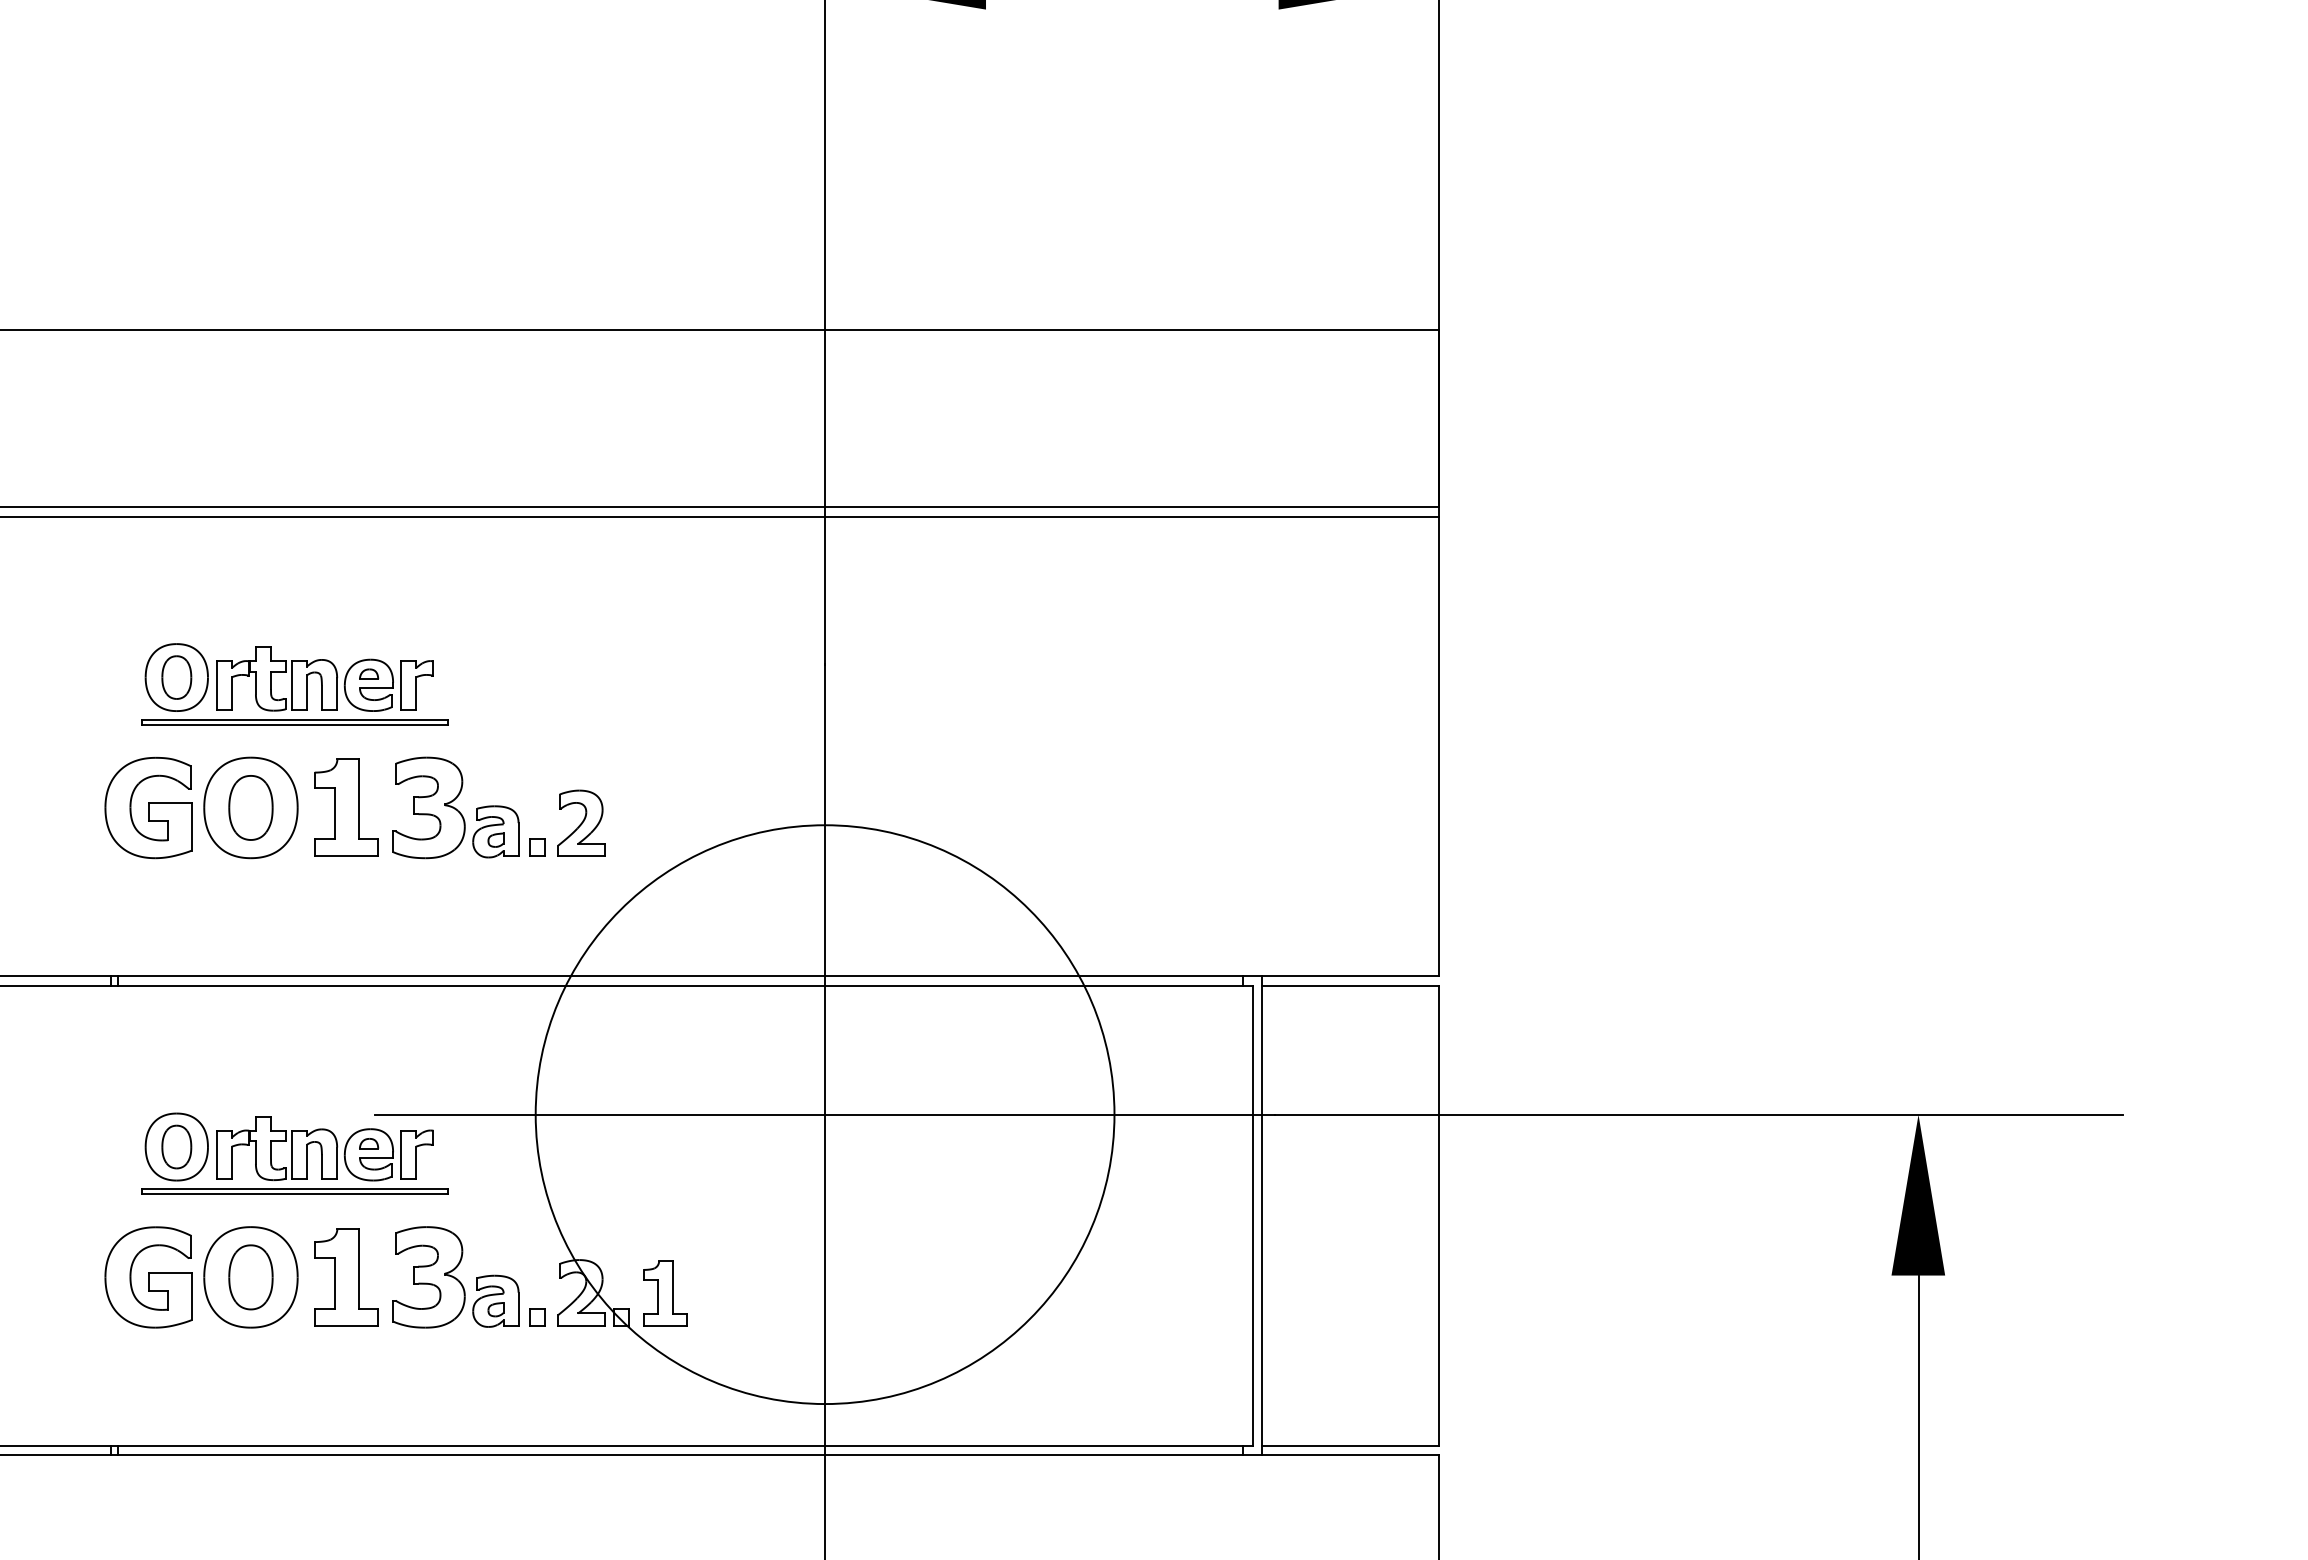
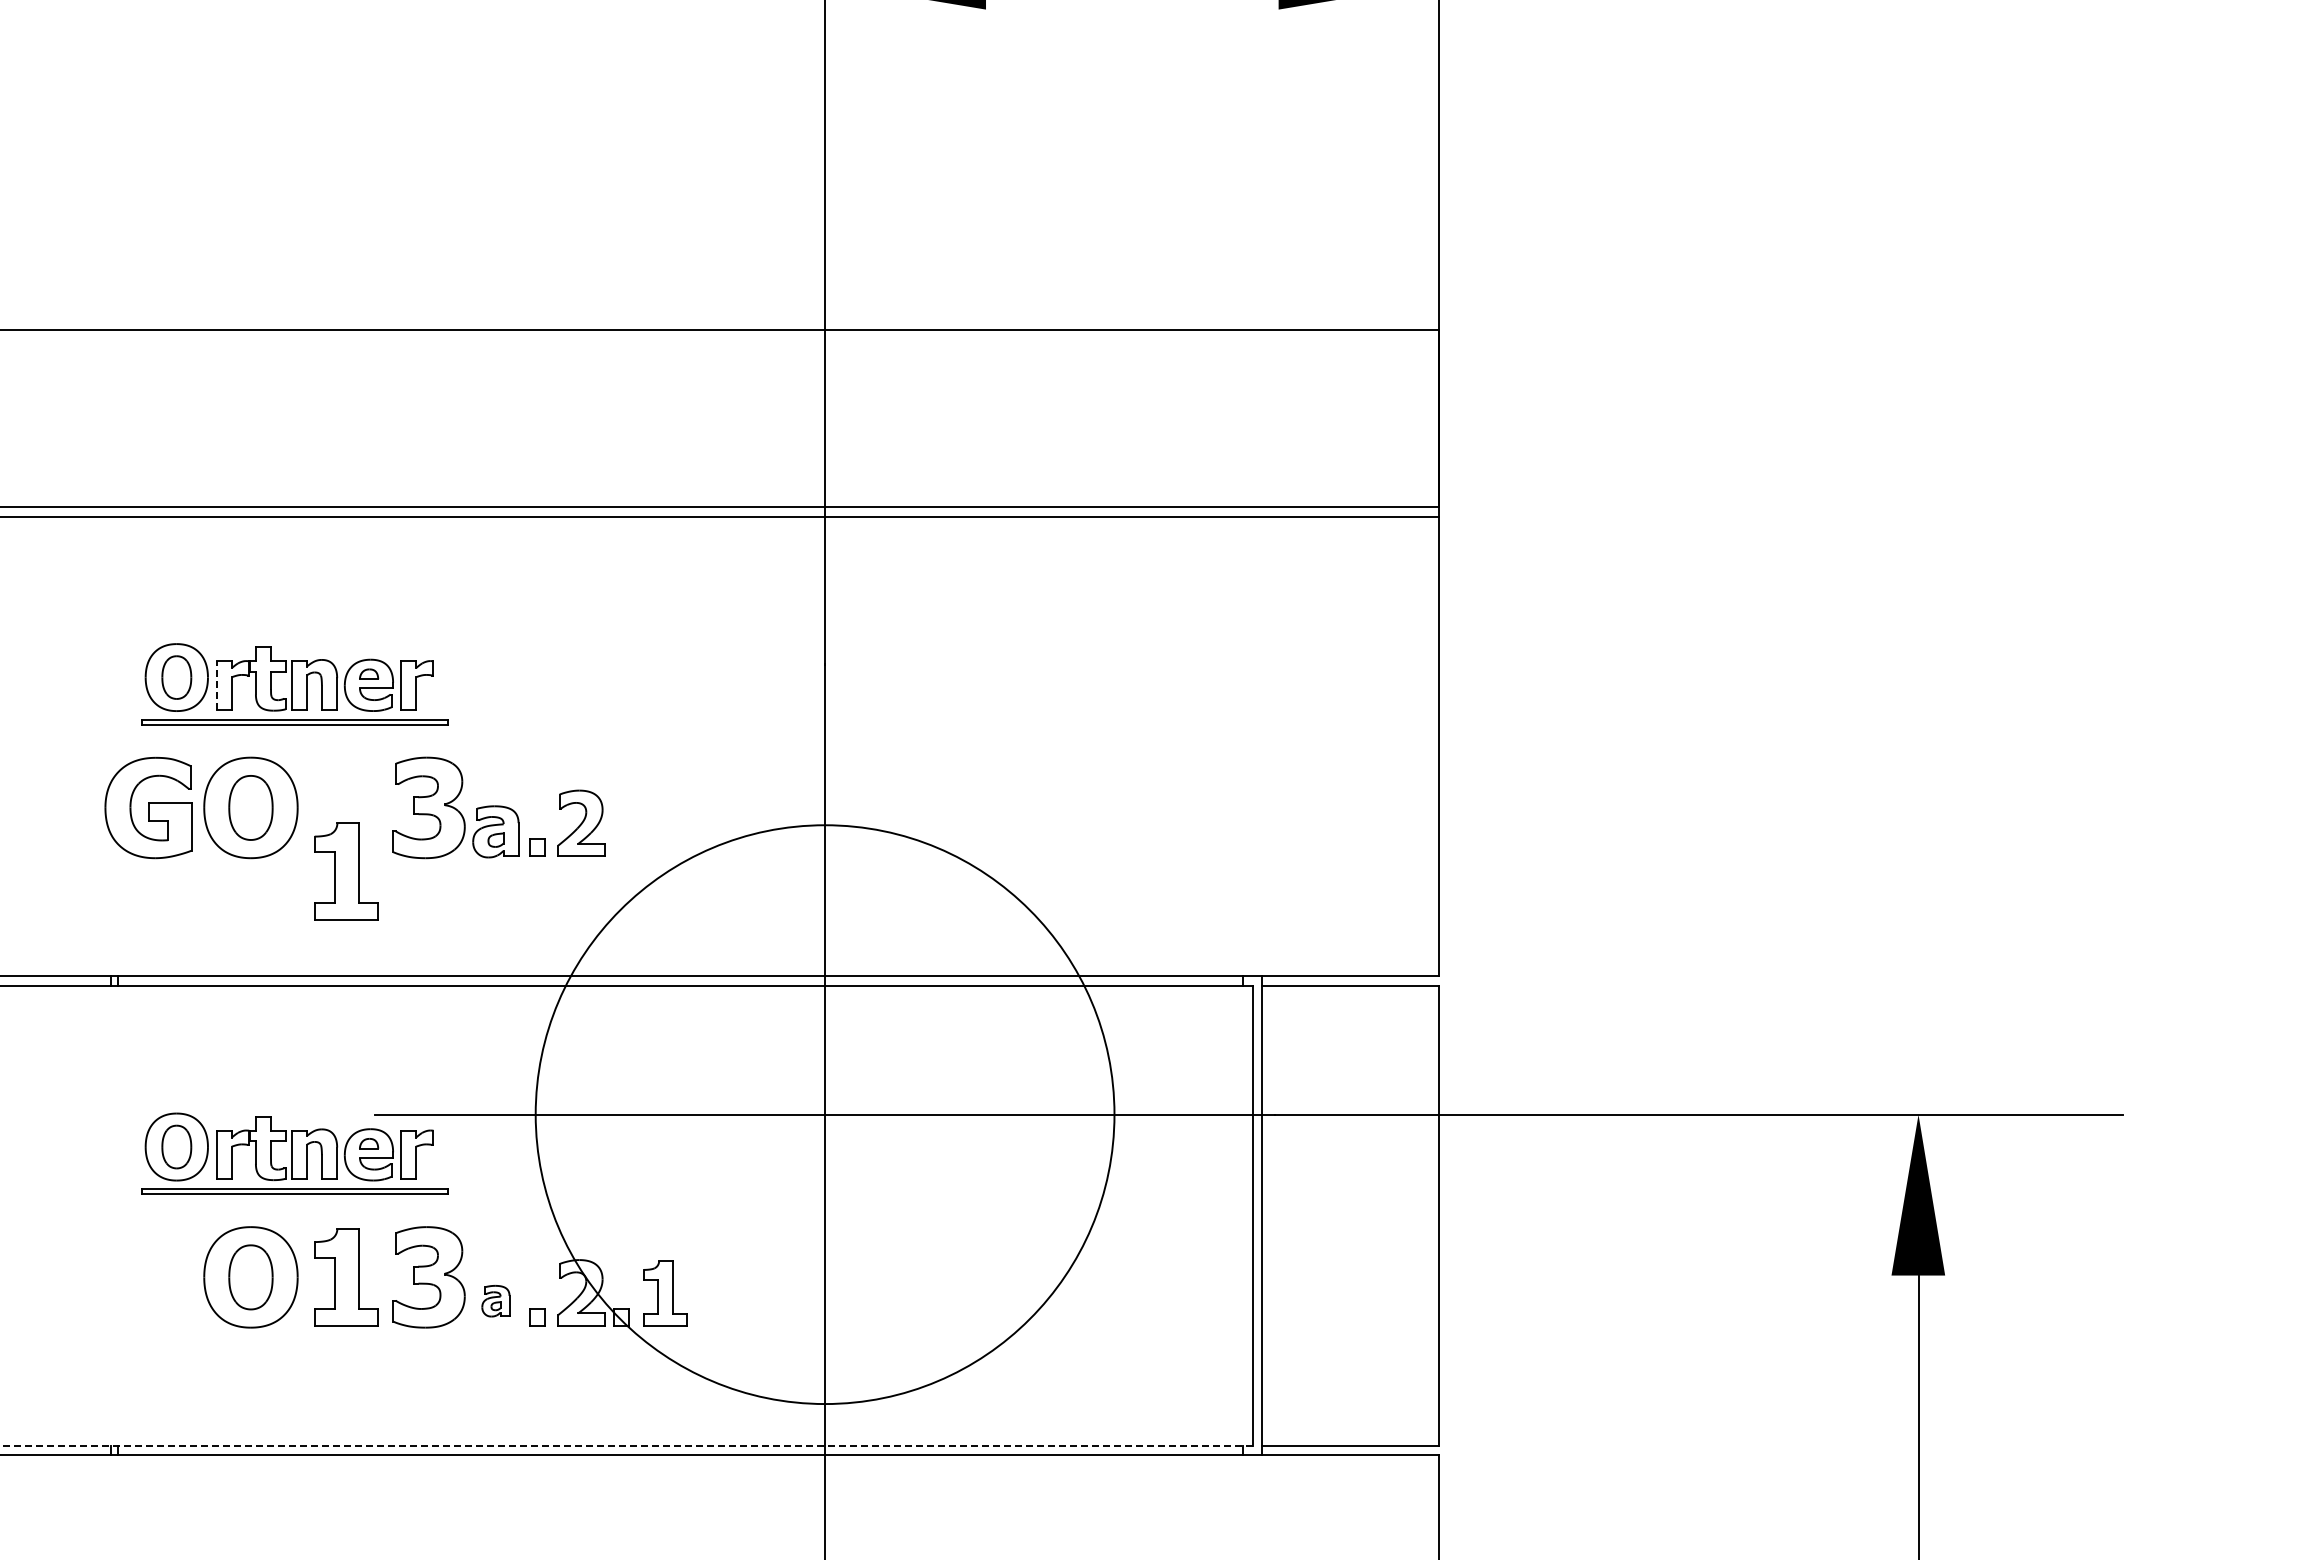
line at (216, 685): solid -> dashed
part at (346, 807) position: (346, 807) -> (346, 871)
part at (148, 1277): present -> none
part at (495, 1300) size: 48x54 px -> 30x33 px
line at (626, 1445): solid -> dashed
